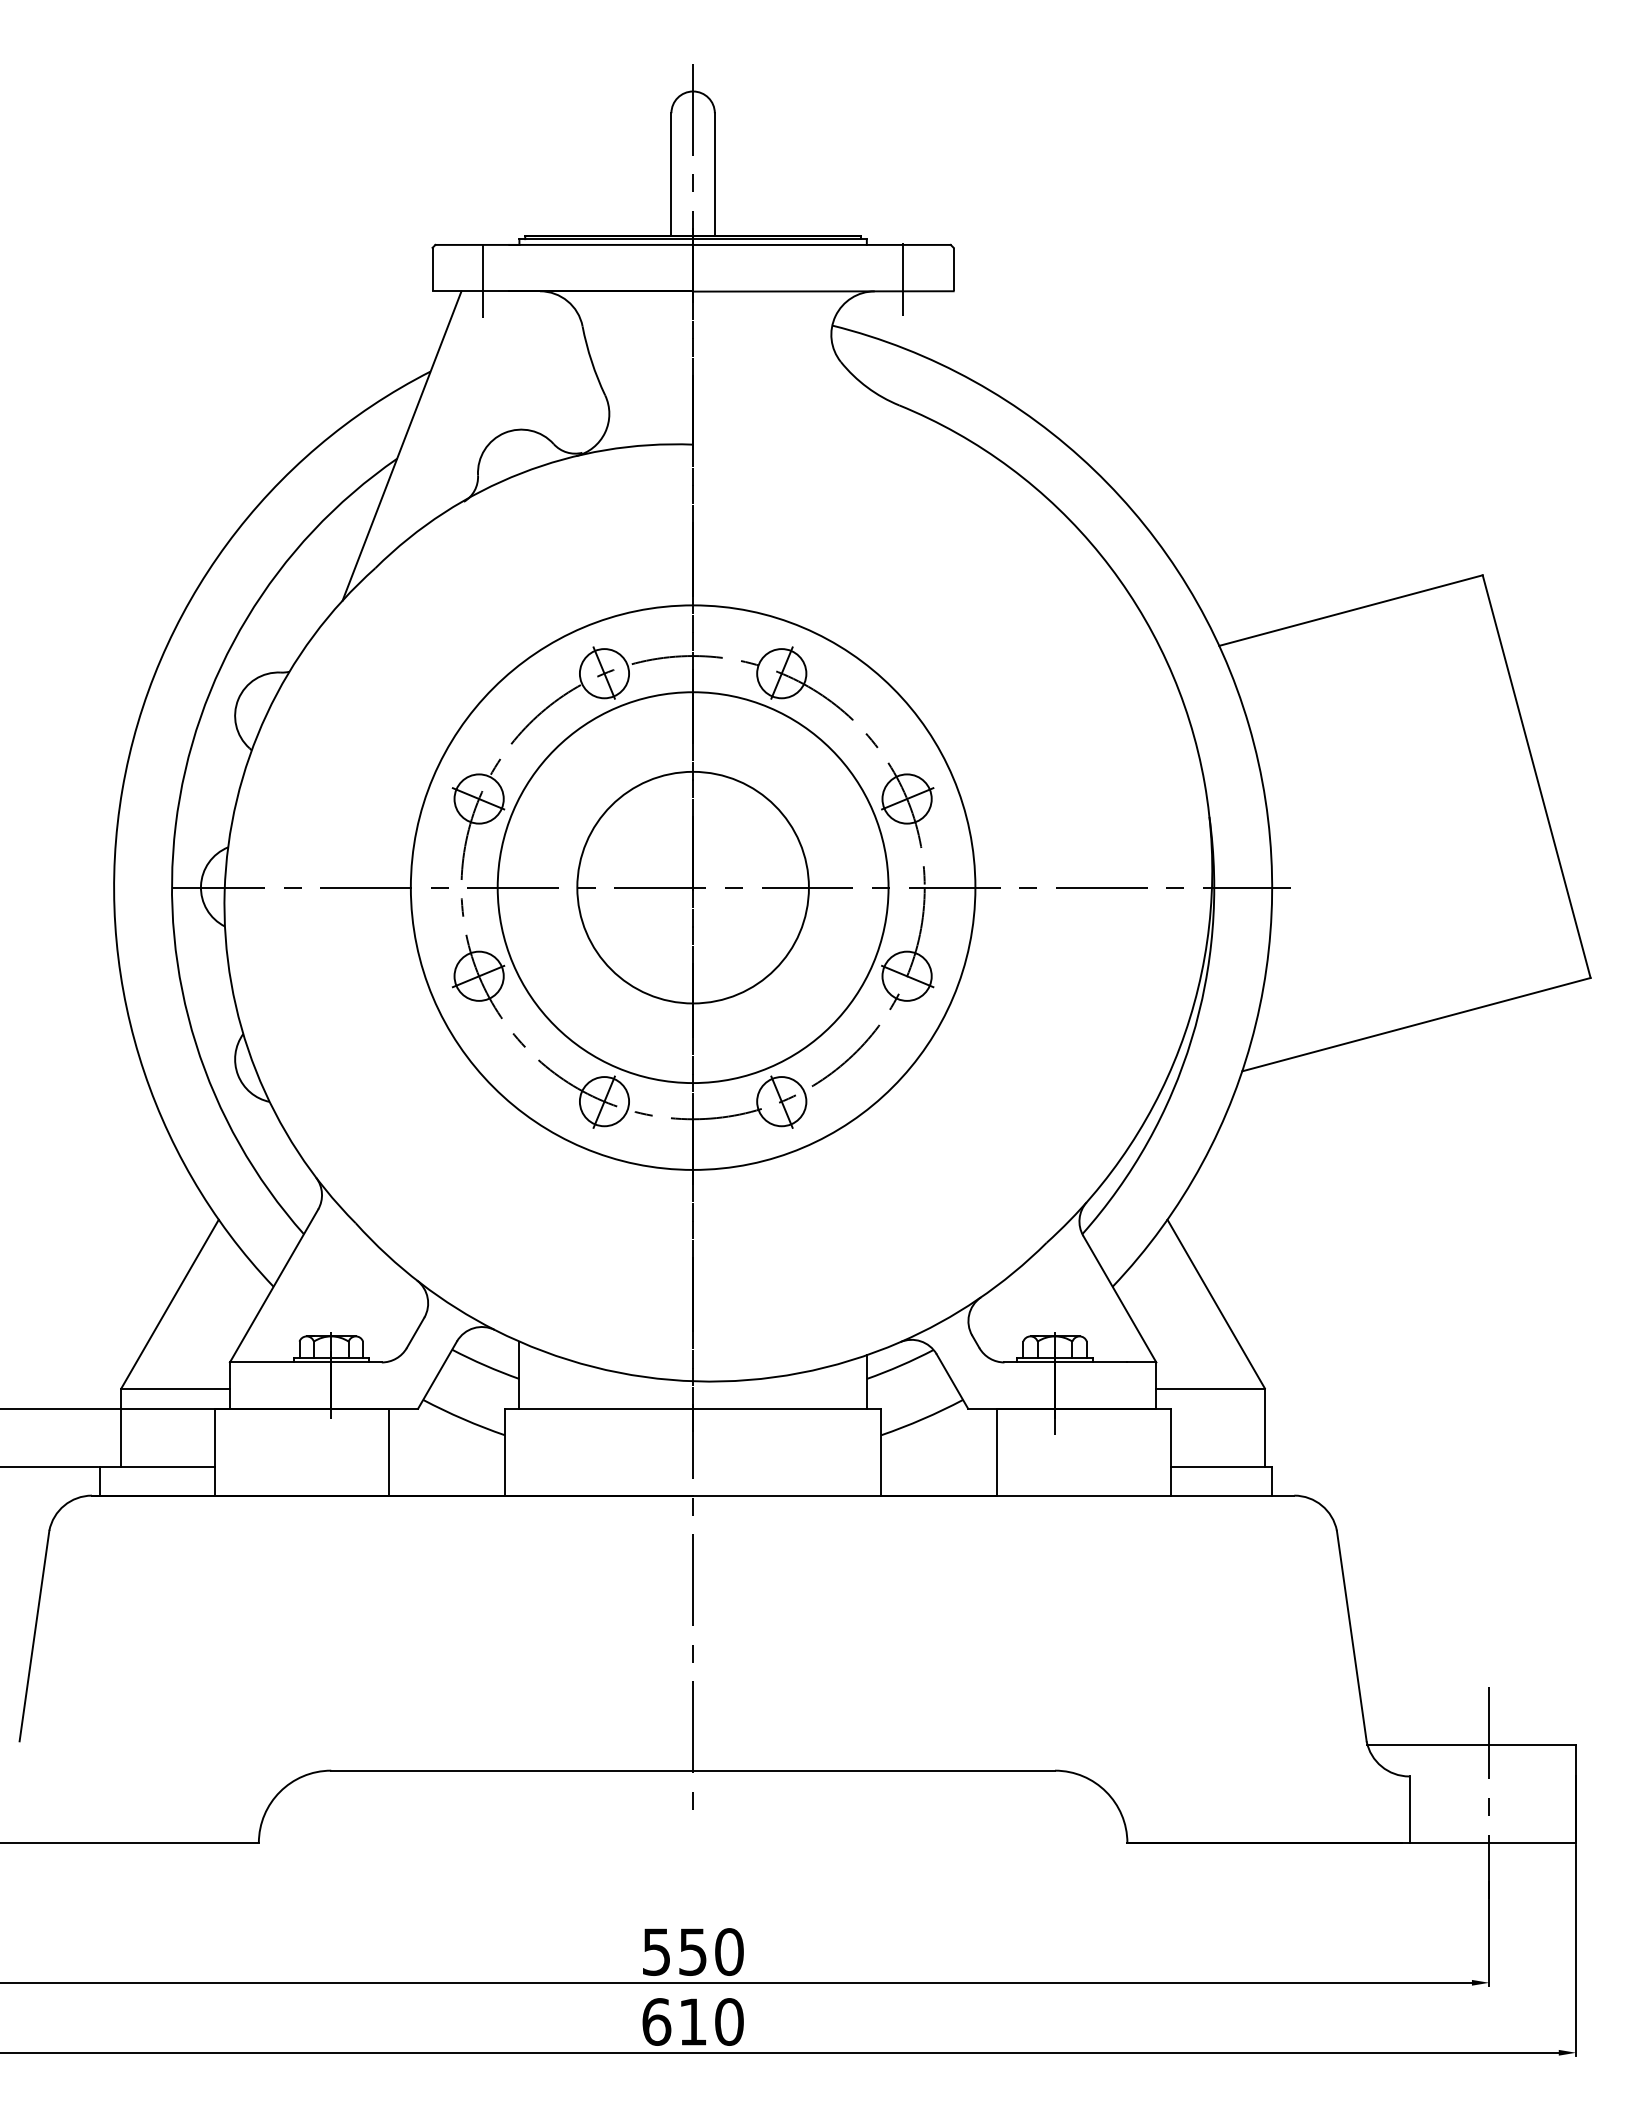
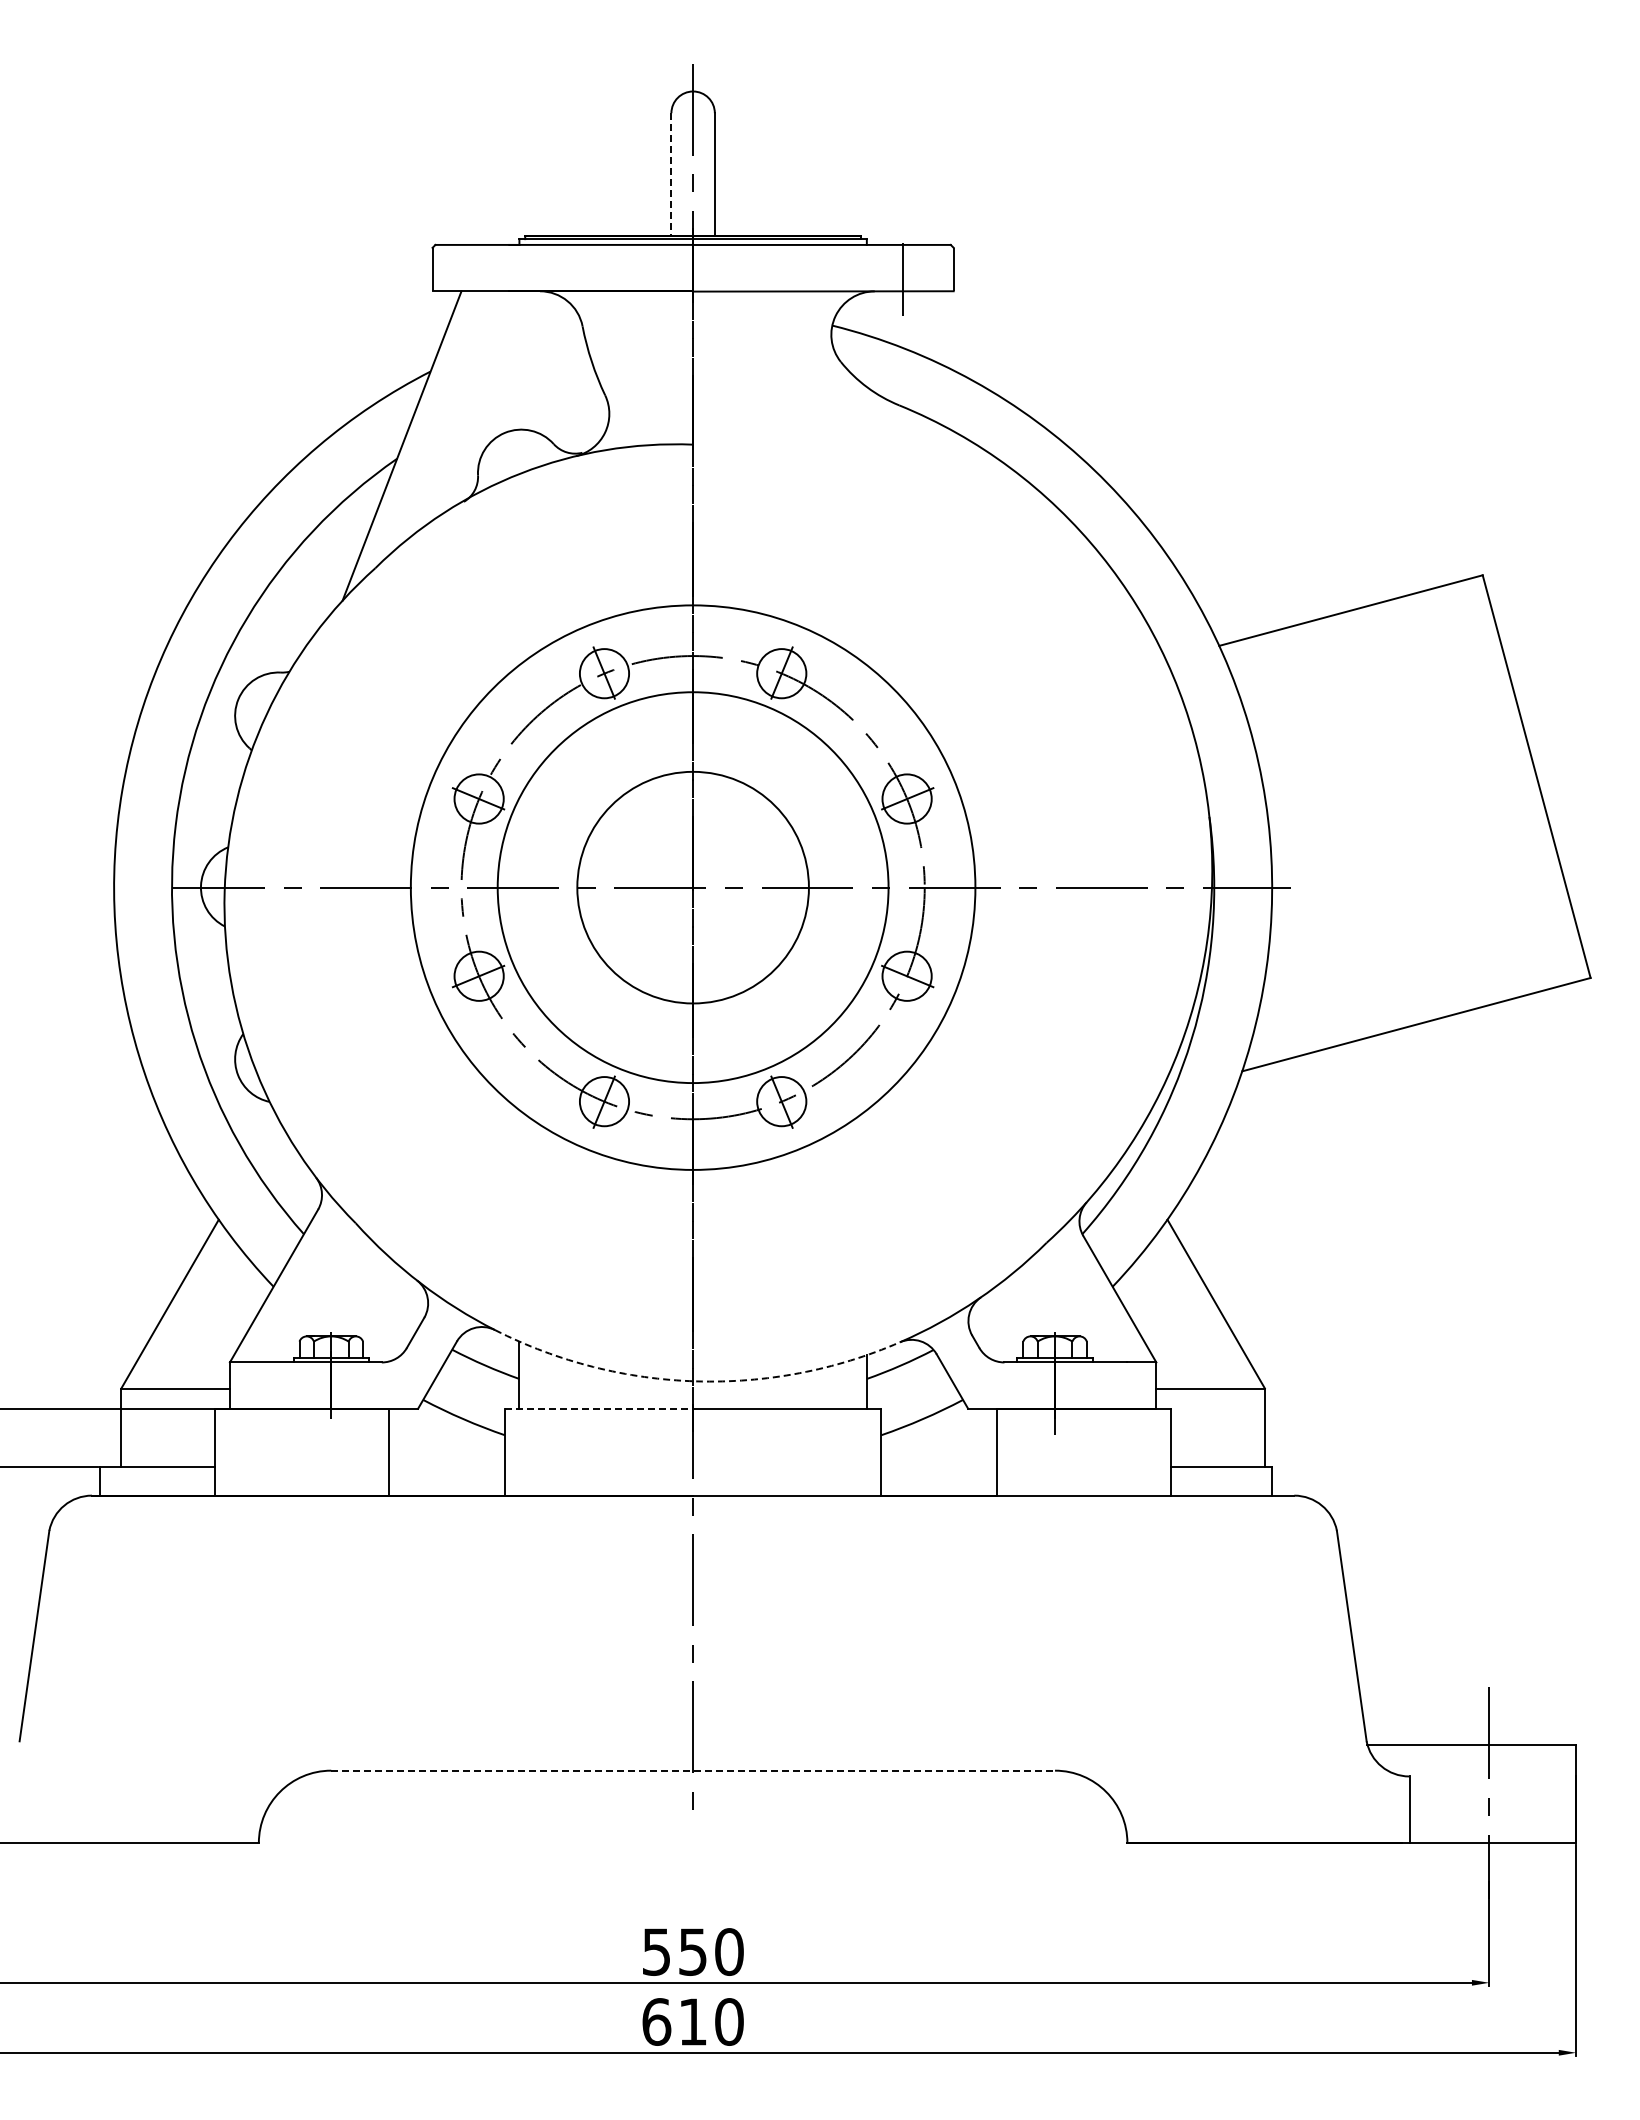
line at (671, 174): solid -> dashed
line at (483, 281): present -> none
arc at (696, 1381): solid -> dashed
line at (599, 1408): solid -> dashed
line at (693, 1770): solid -> dashed
